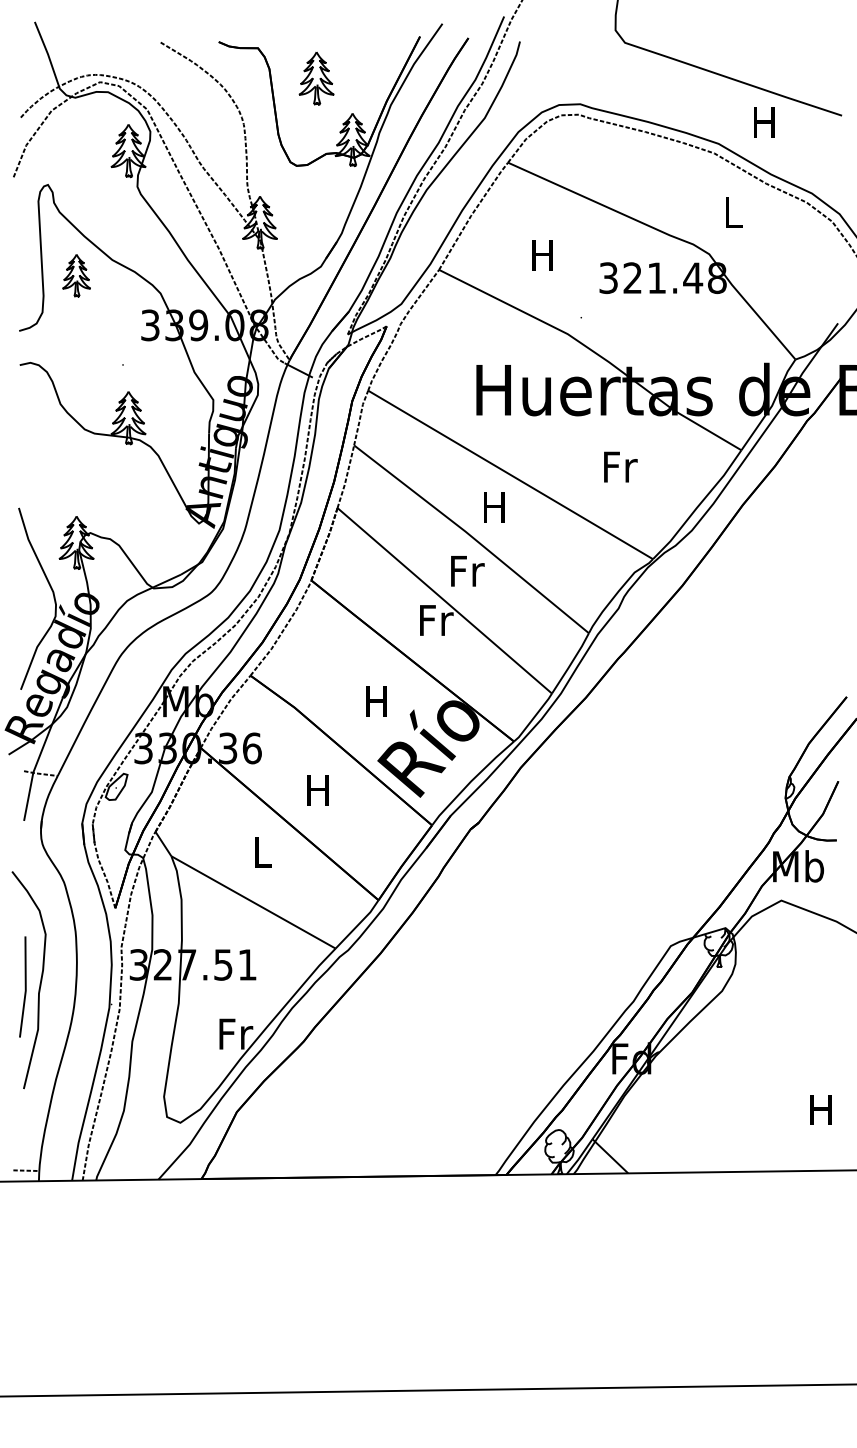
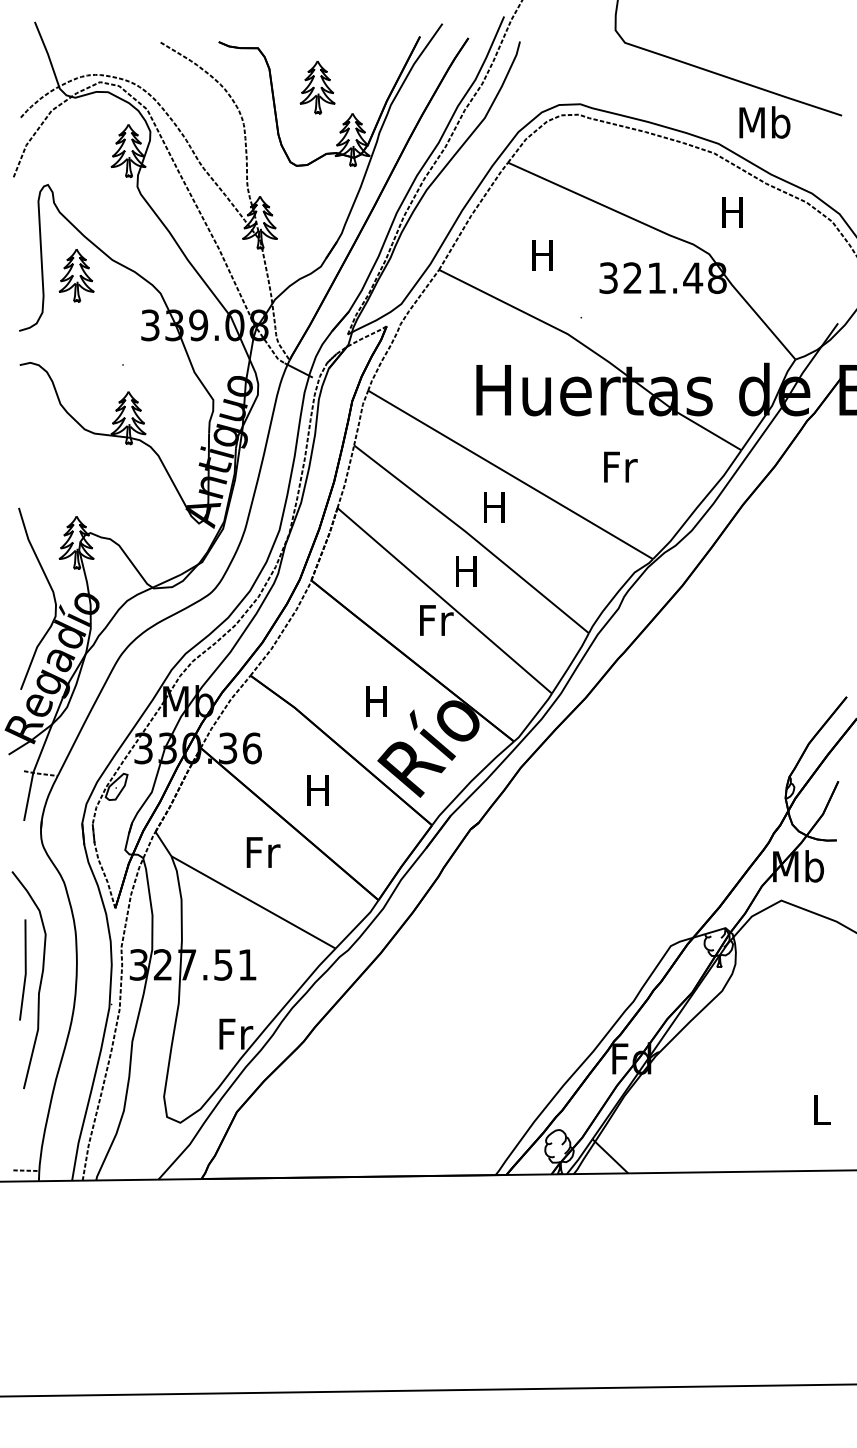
part at (316, 78) position: (316, 78) -> (317, 87)
text at (764, 122): H -> Mb
text at (732, 212): L -> H
part at (76, 275) size: 29x44 px -> 37x54 px
text at (467, 571): Fr -> H
text at (263, 852): L -> Fr
line at (24, 986) position: (24, 986) -> (24, 969)
text at (820, 1109): H -> L
